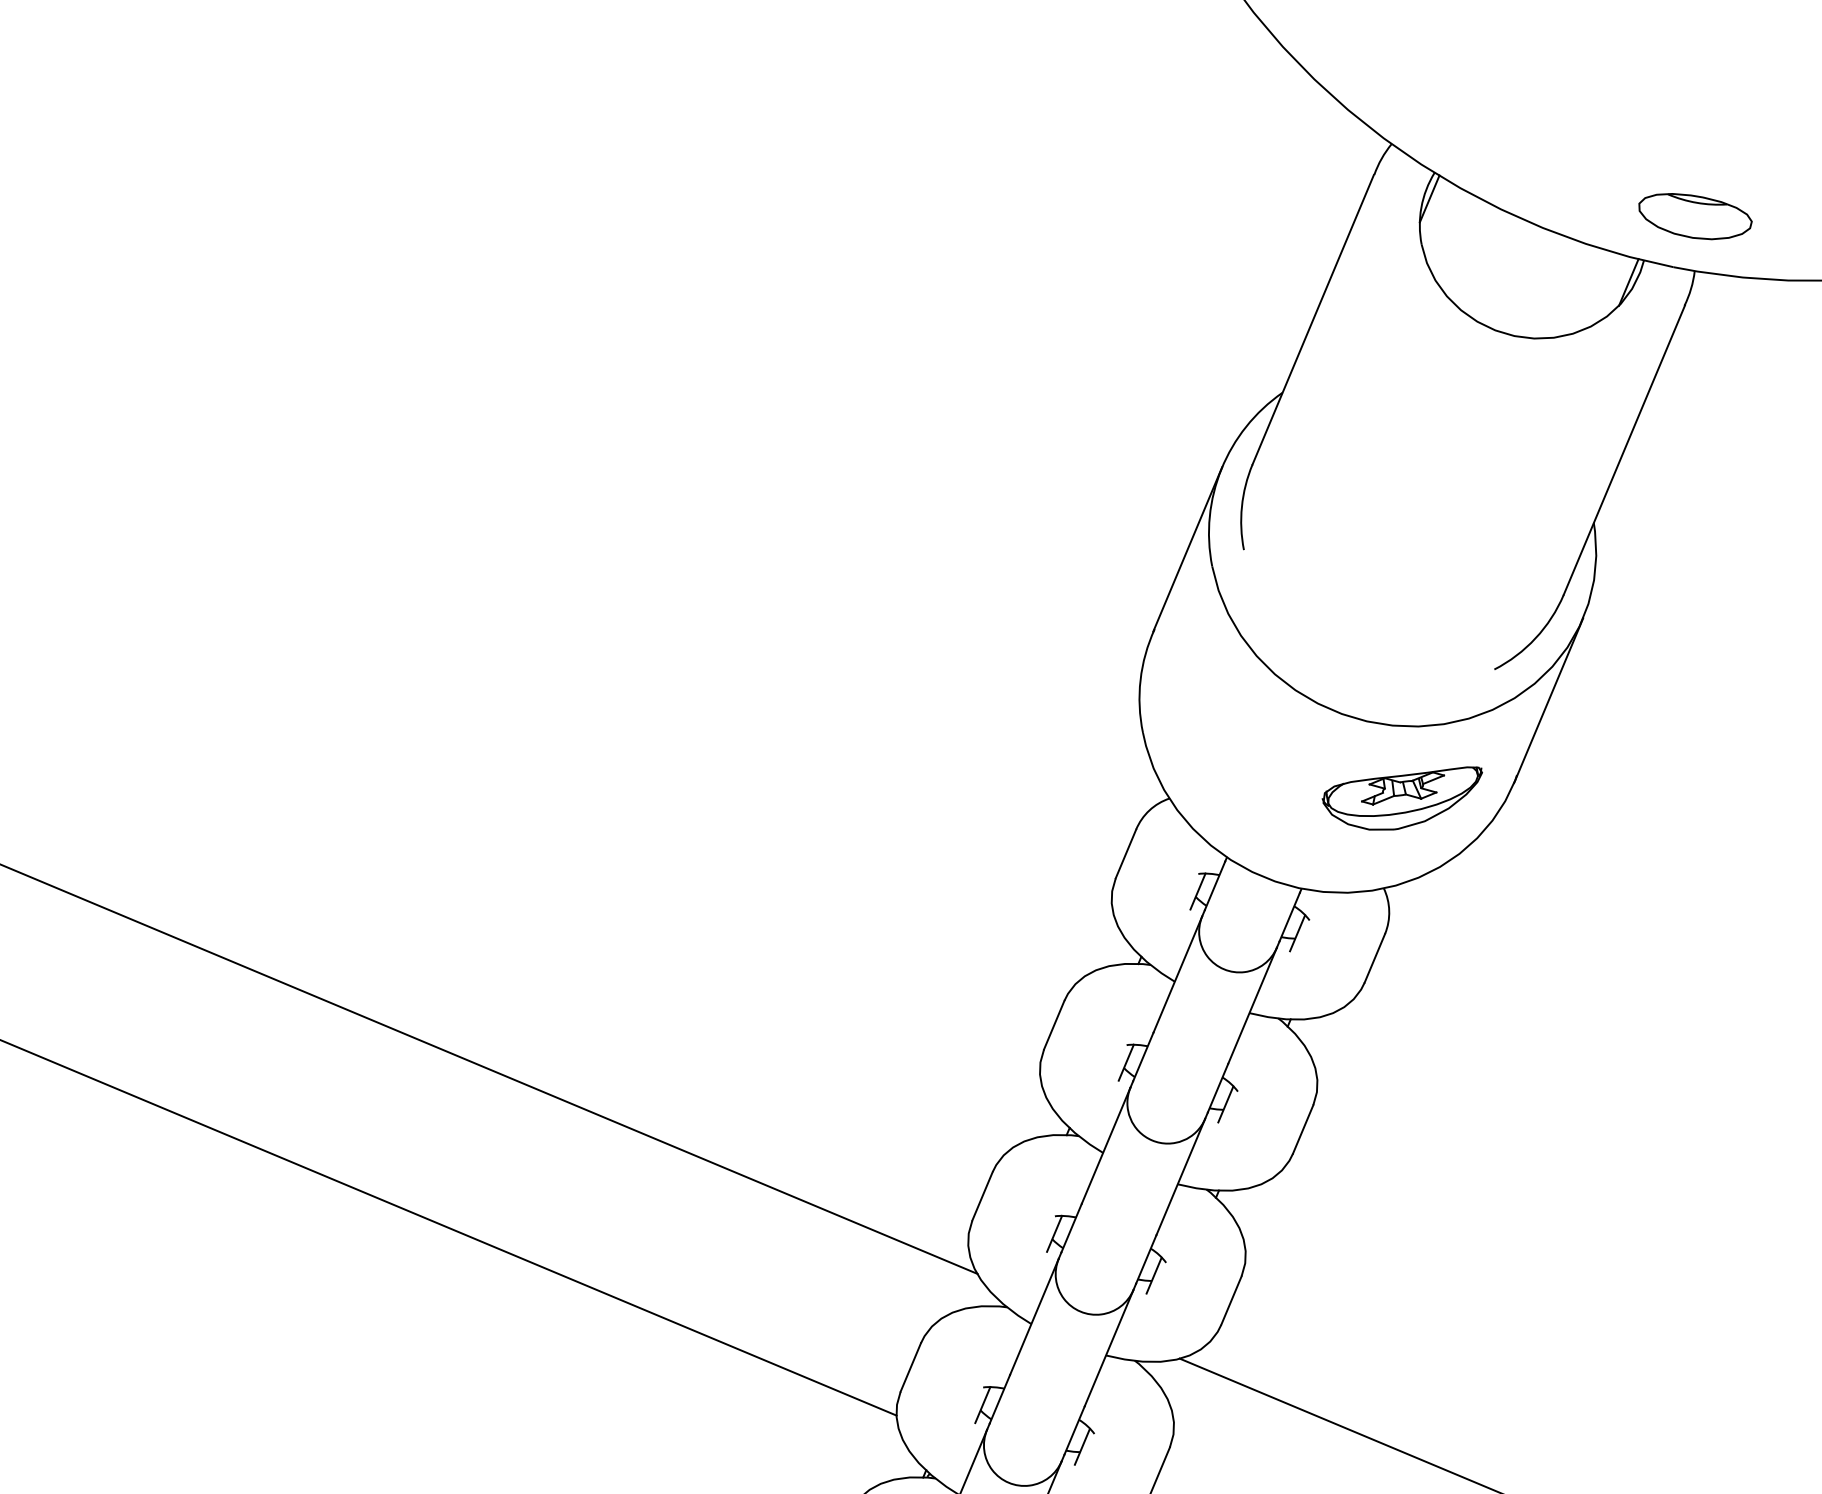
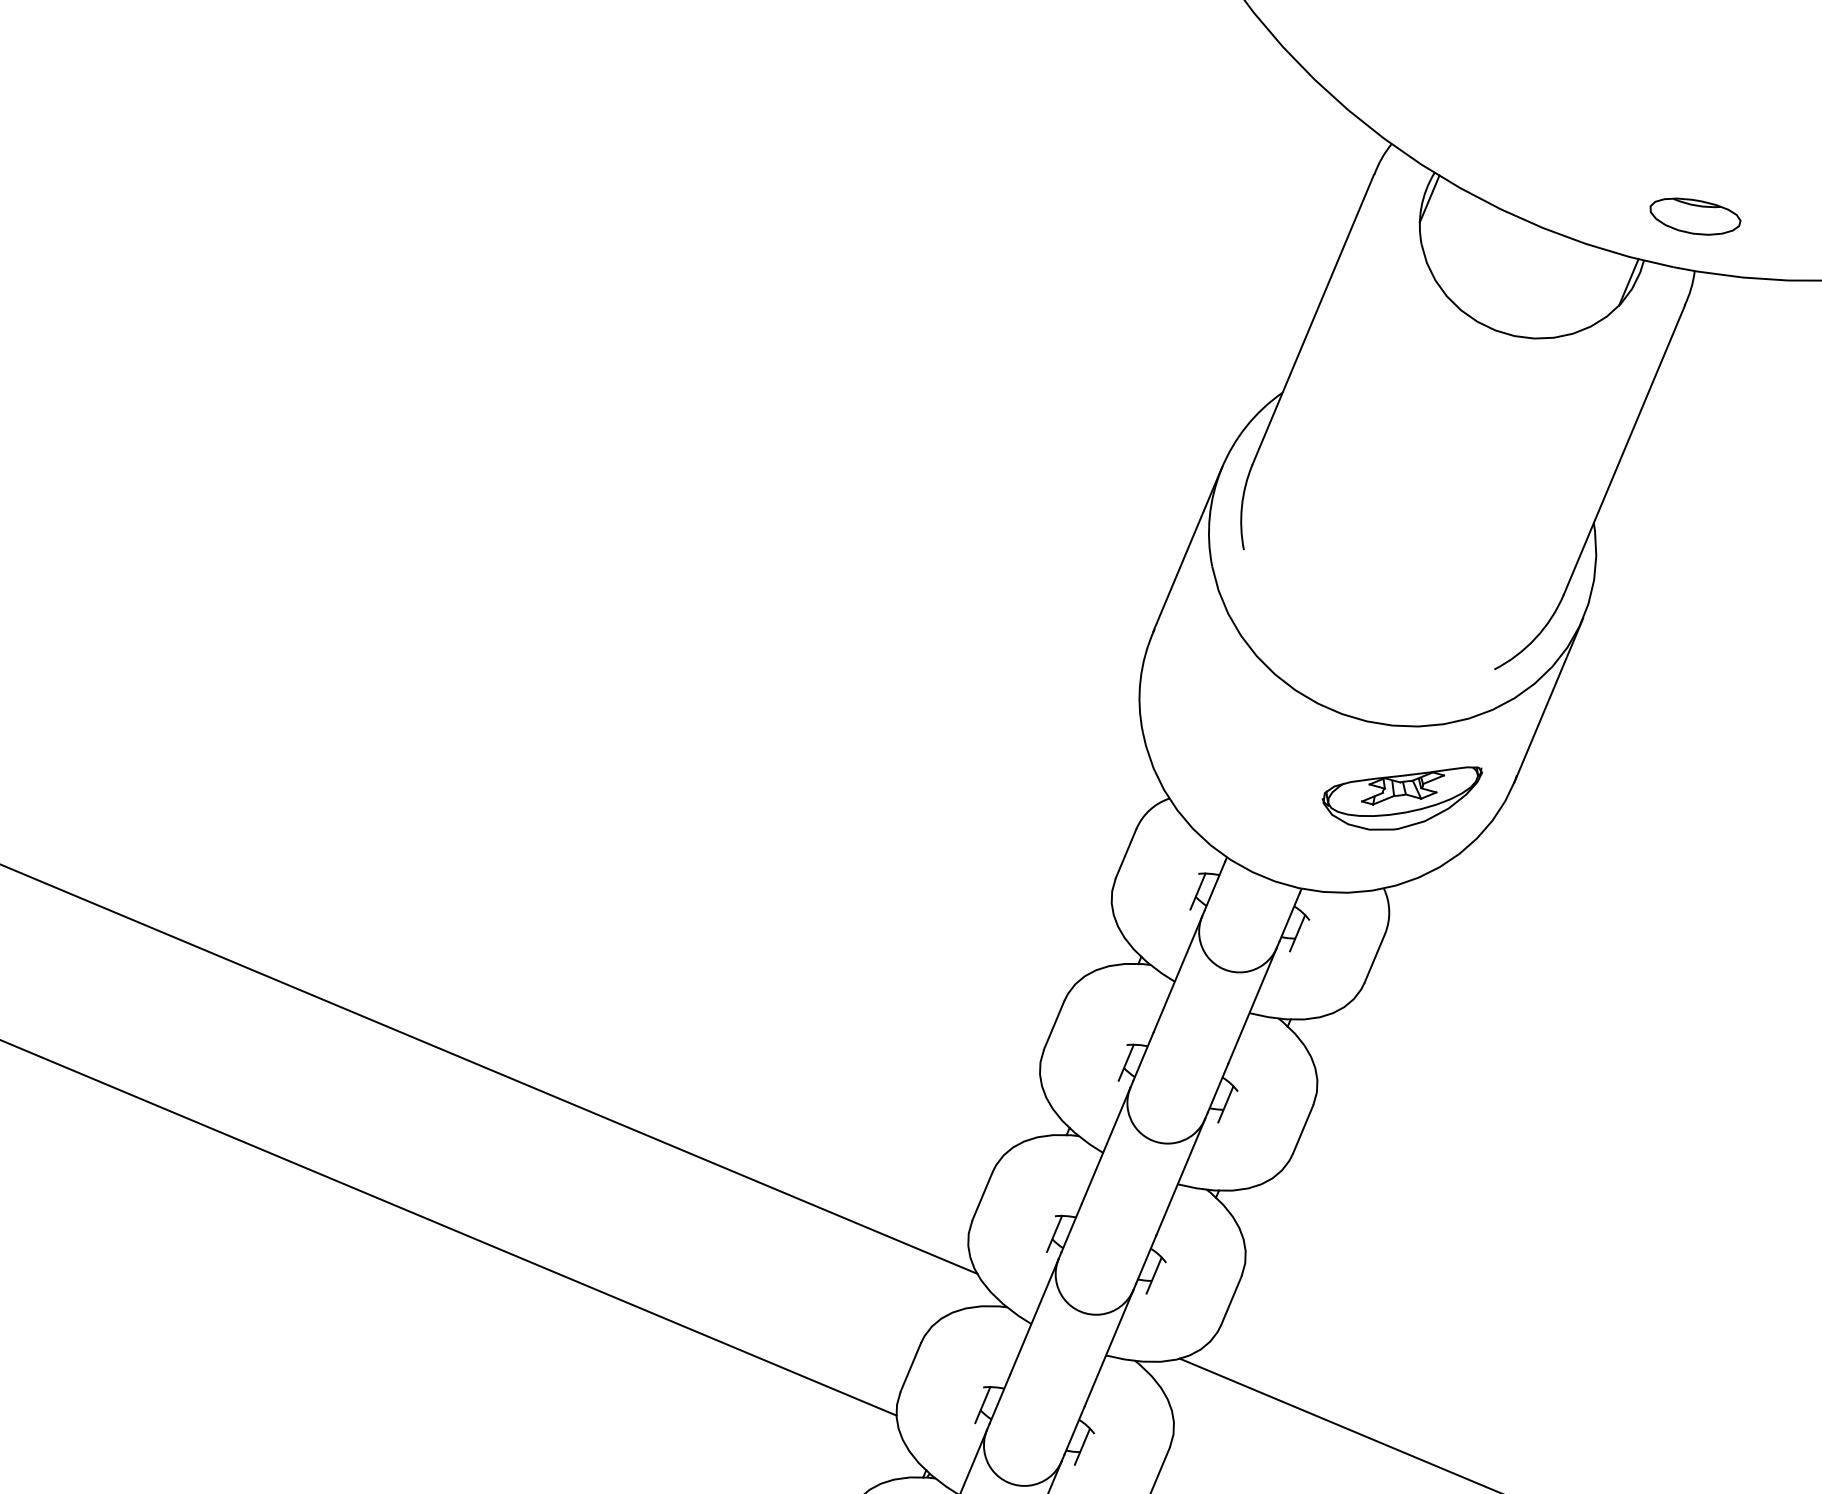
part at (1695, 216) size: 115x48 px -> 93x39 px
